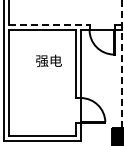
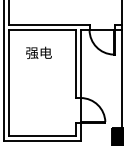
line at (49, 24): dashed -> solid
text at (48, 60) position: (48, 60) -> (38, 52)
line at (122, 64): dashed -> solid
